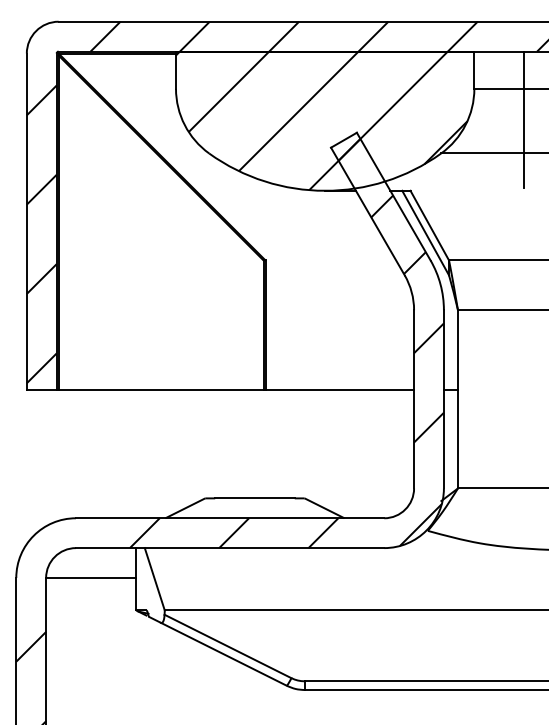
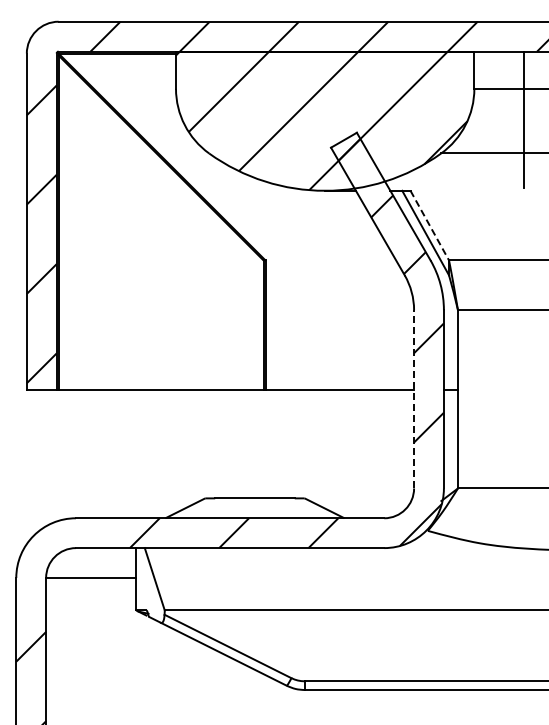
line at (429, 225): solid -> dashed
line at (414, 398): solid -> dashed
